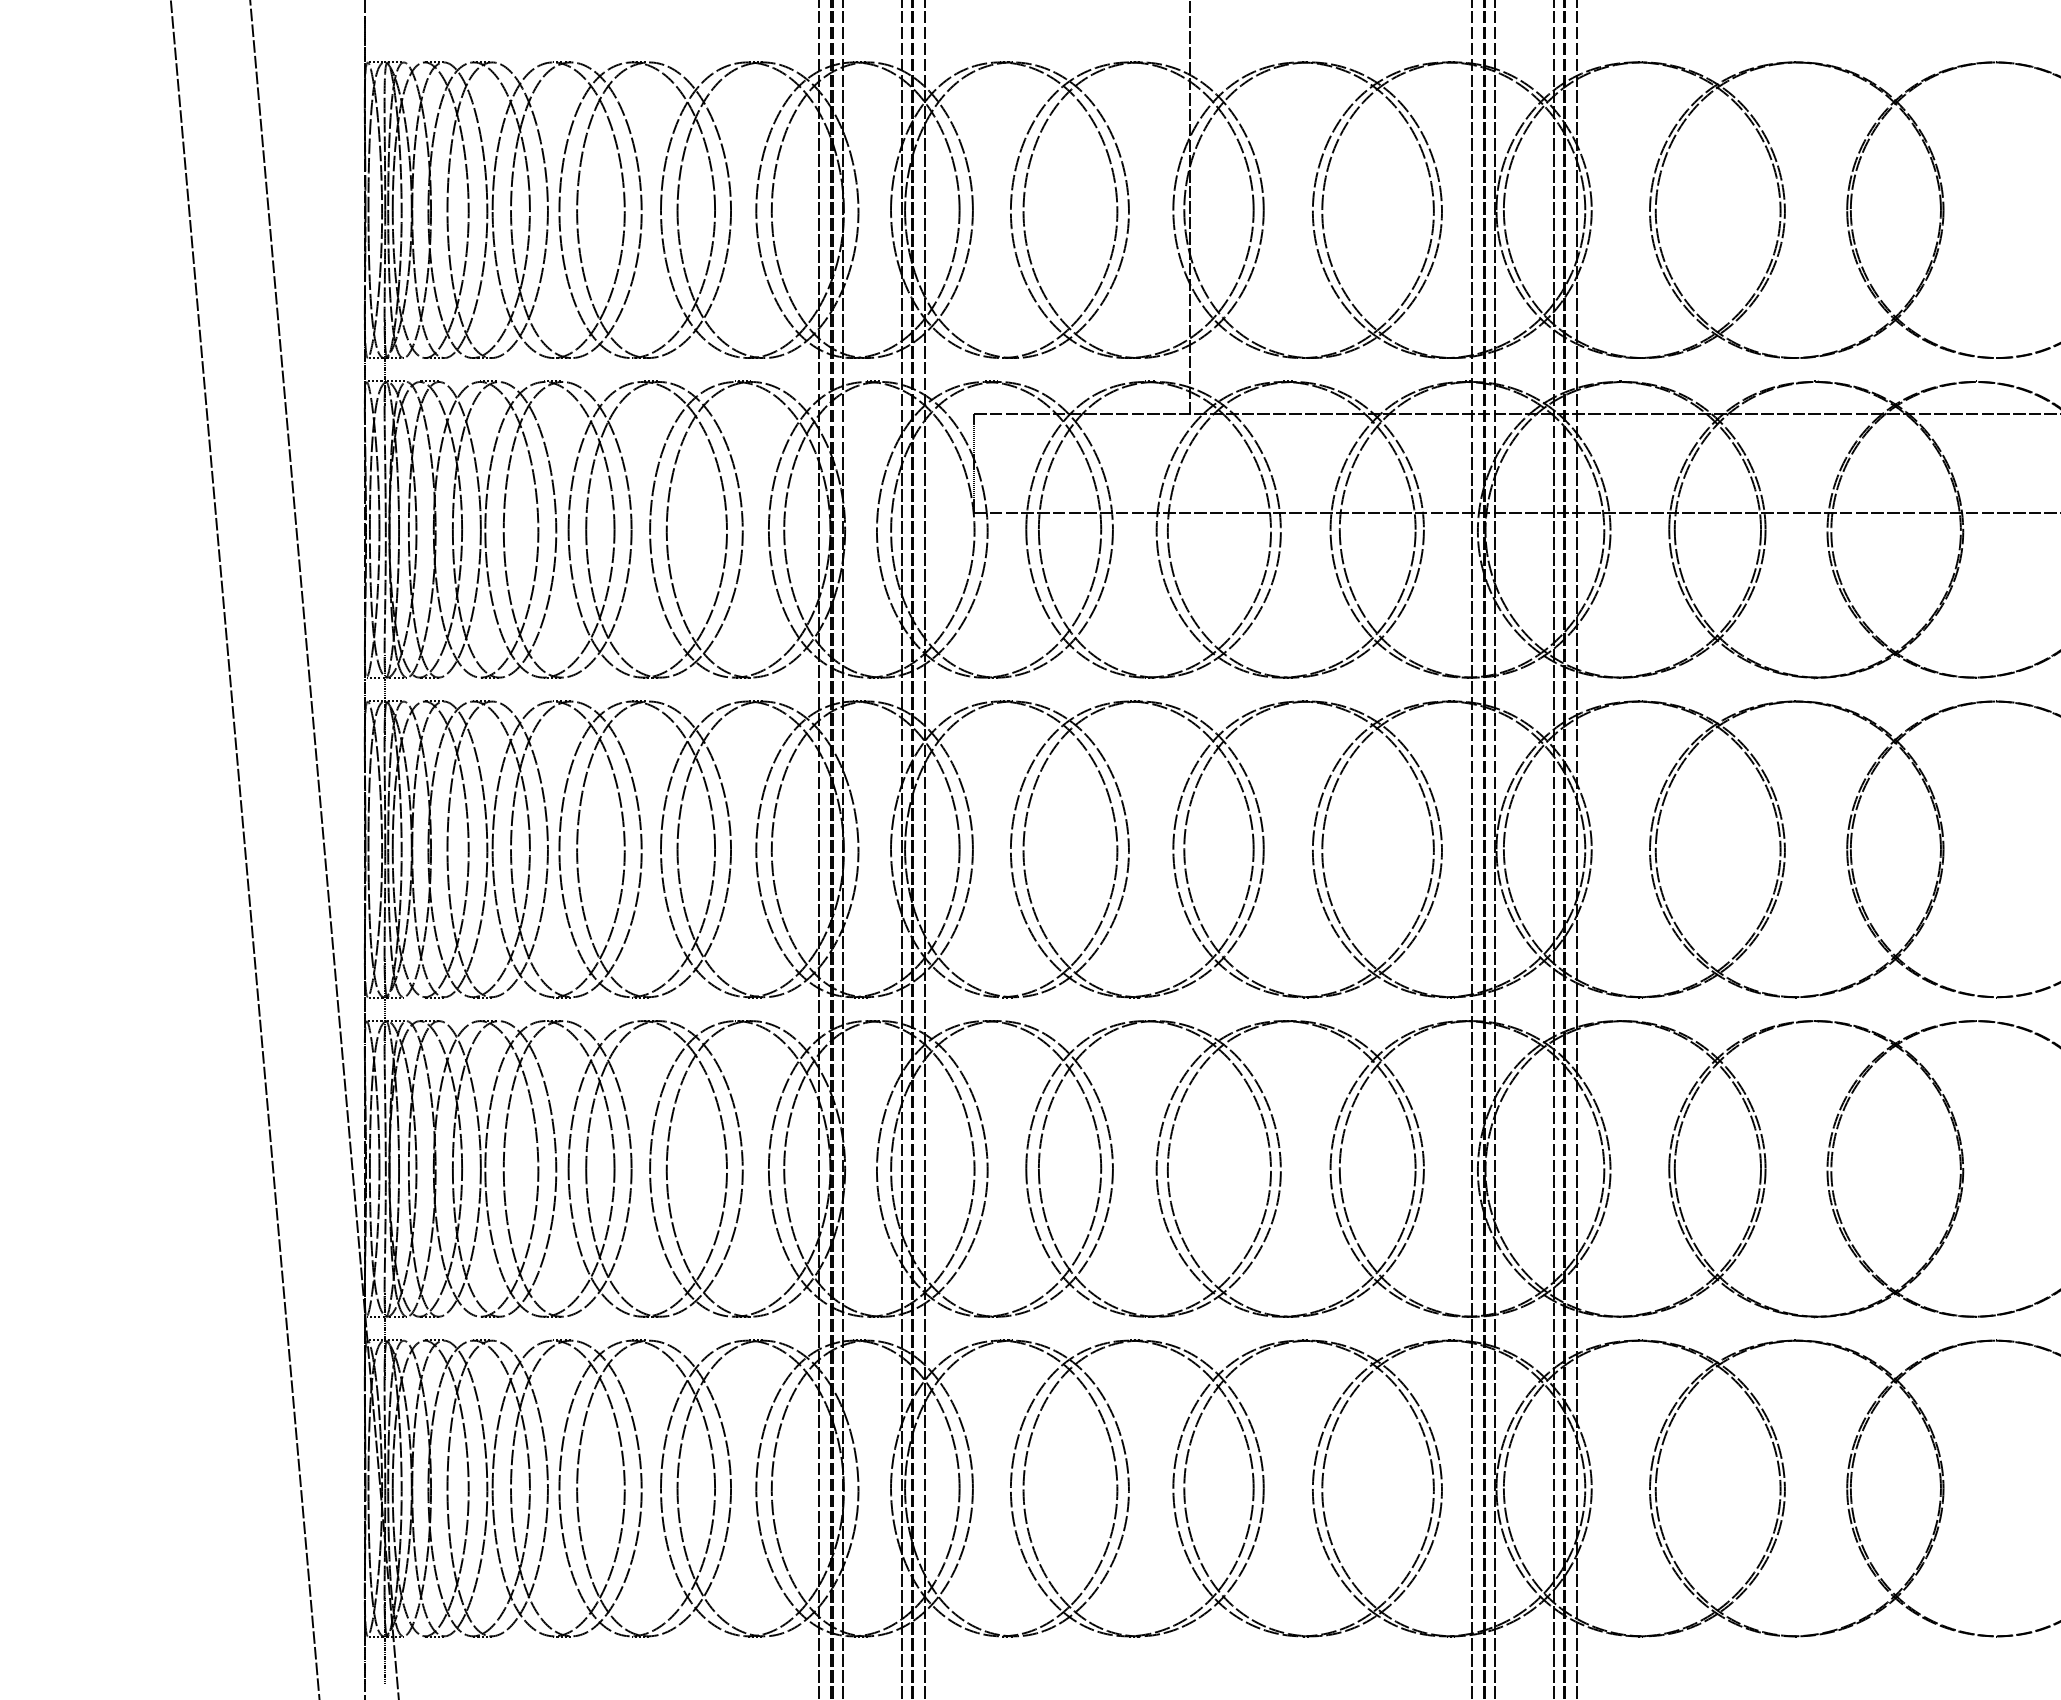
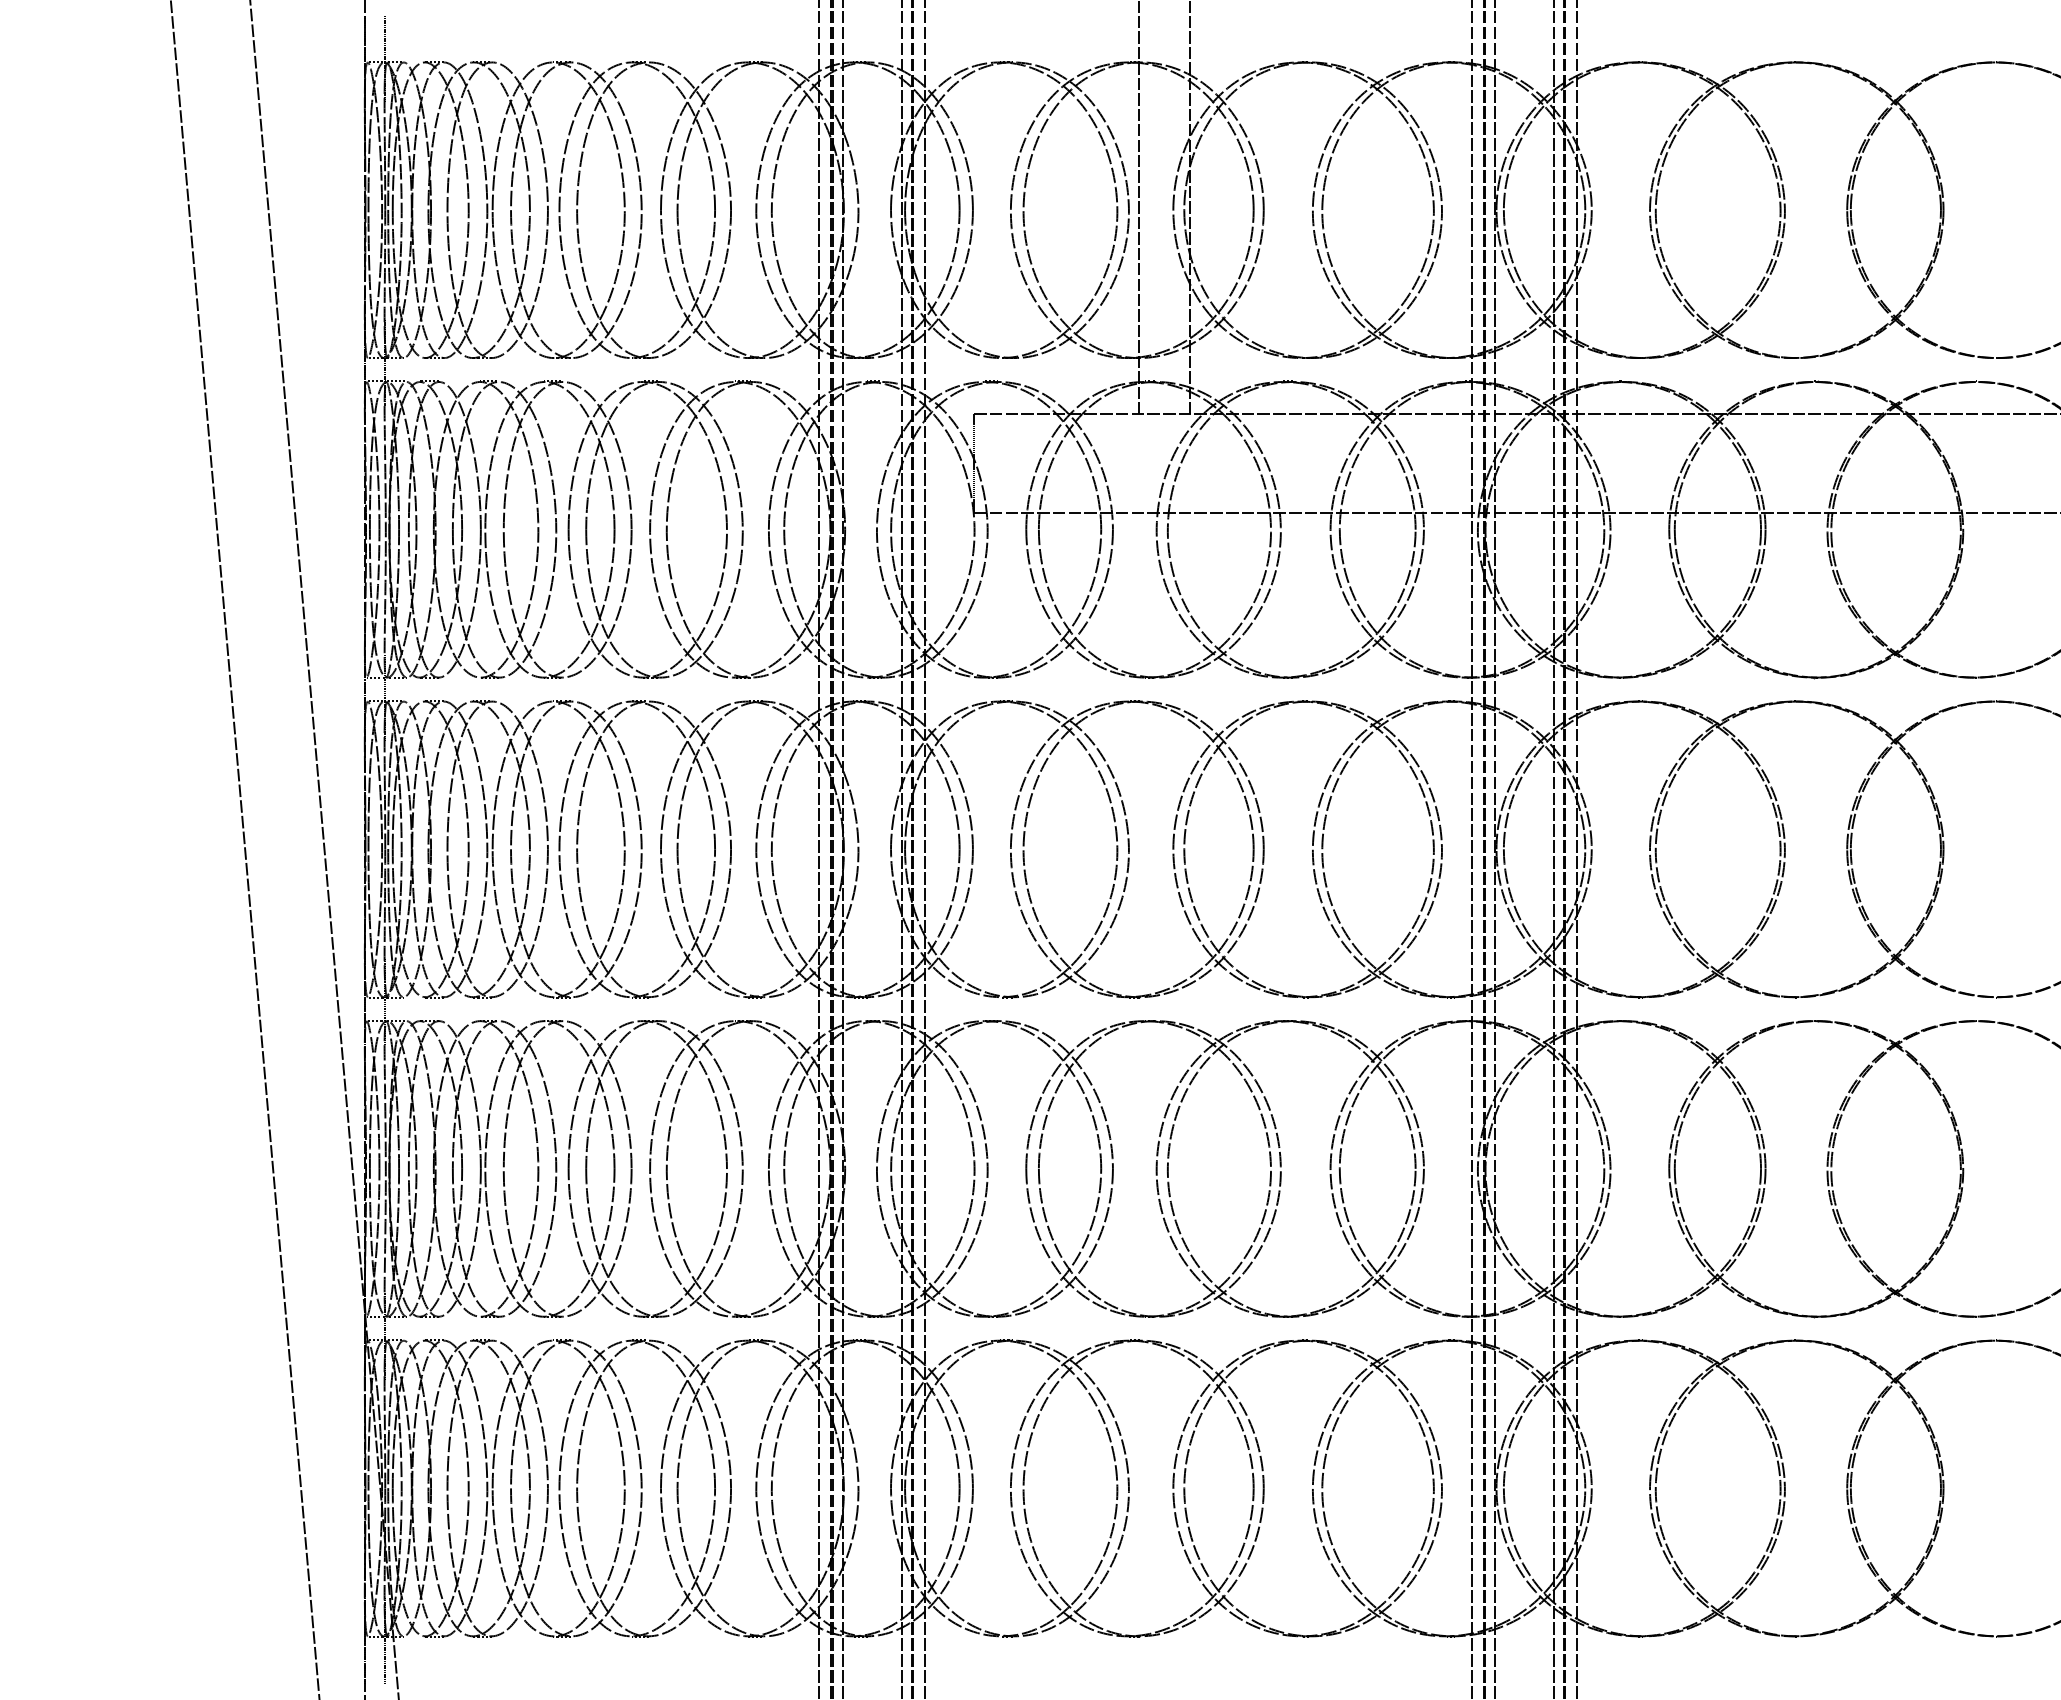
line at (384, 57): none -> present
line at (1139, 208): none -> present
